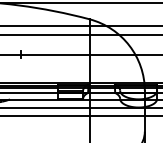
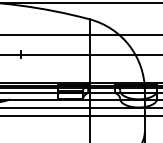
line at (80, 25): present -> none
